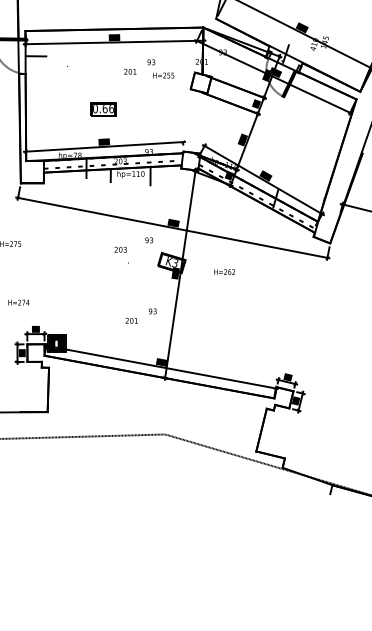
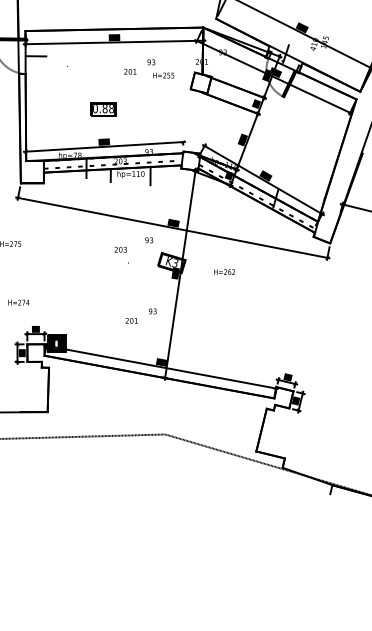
text at (107, 109): 0.66 -> 0.88
